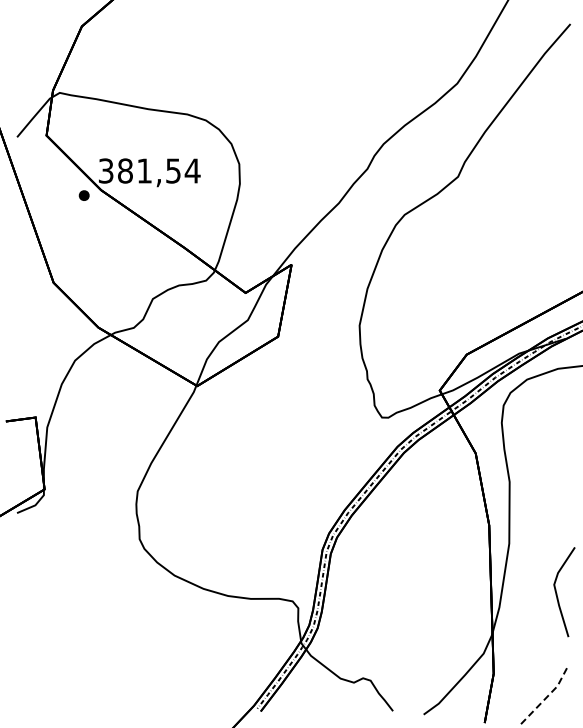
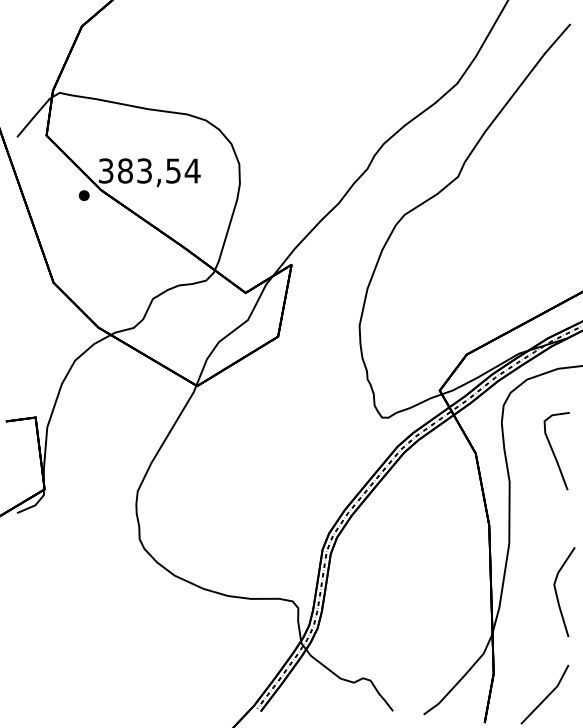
text at (144, 170): 381,54 -> 383,54
curve at (554, 452): none -> present
line at (547, 696): dashed -> solid
